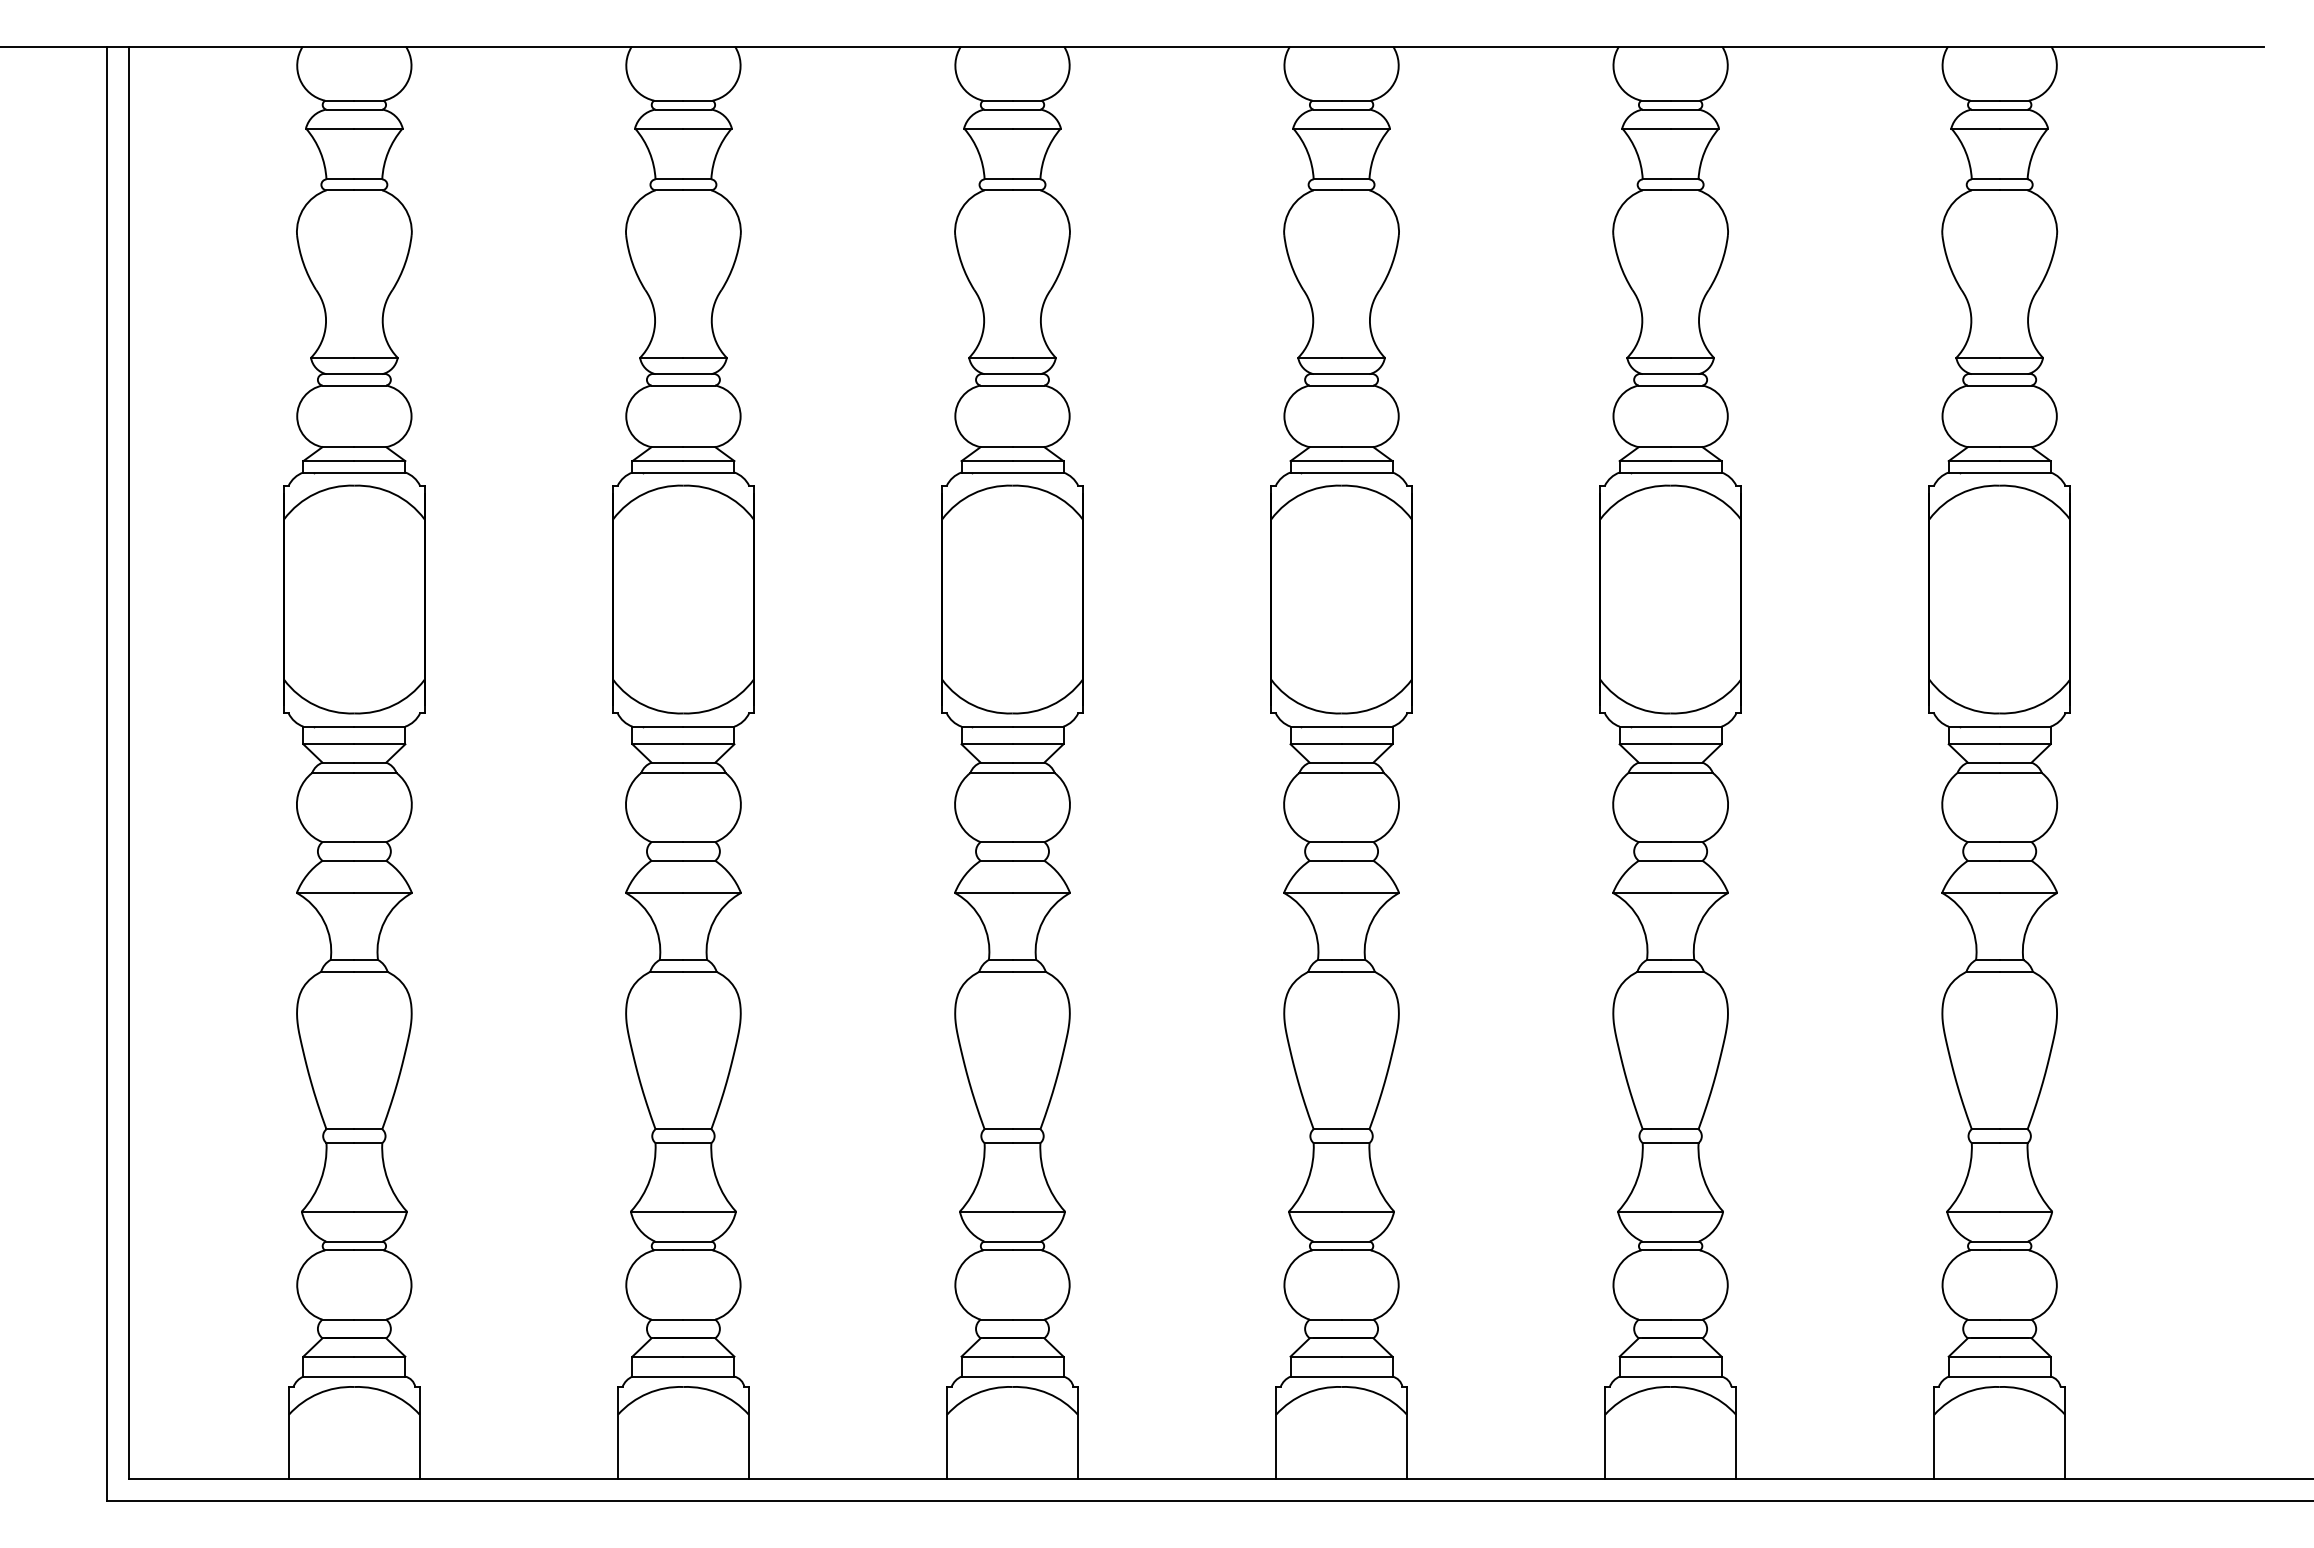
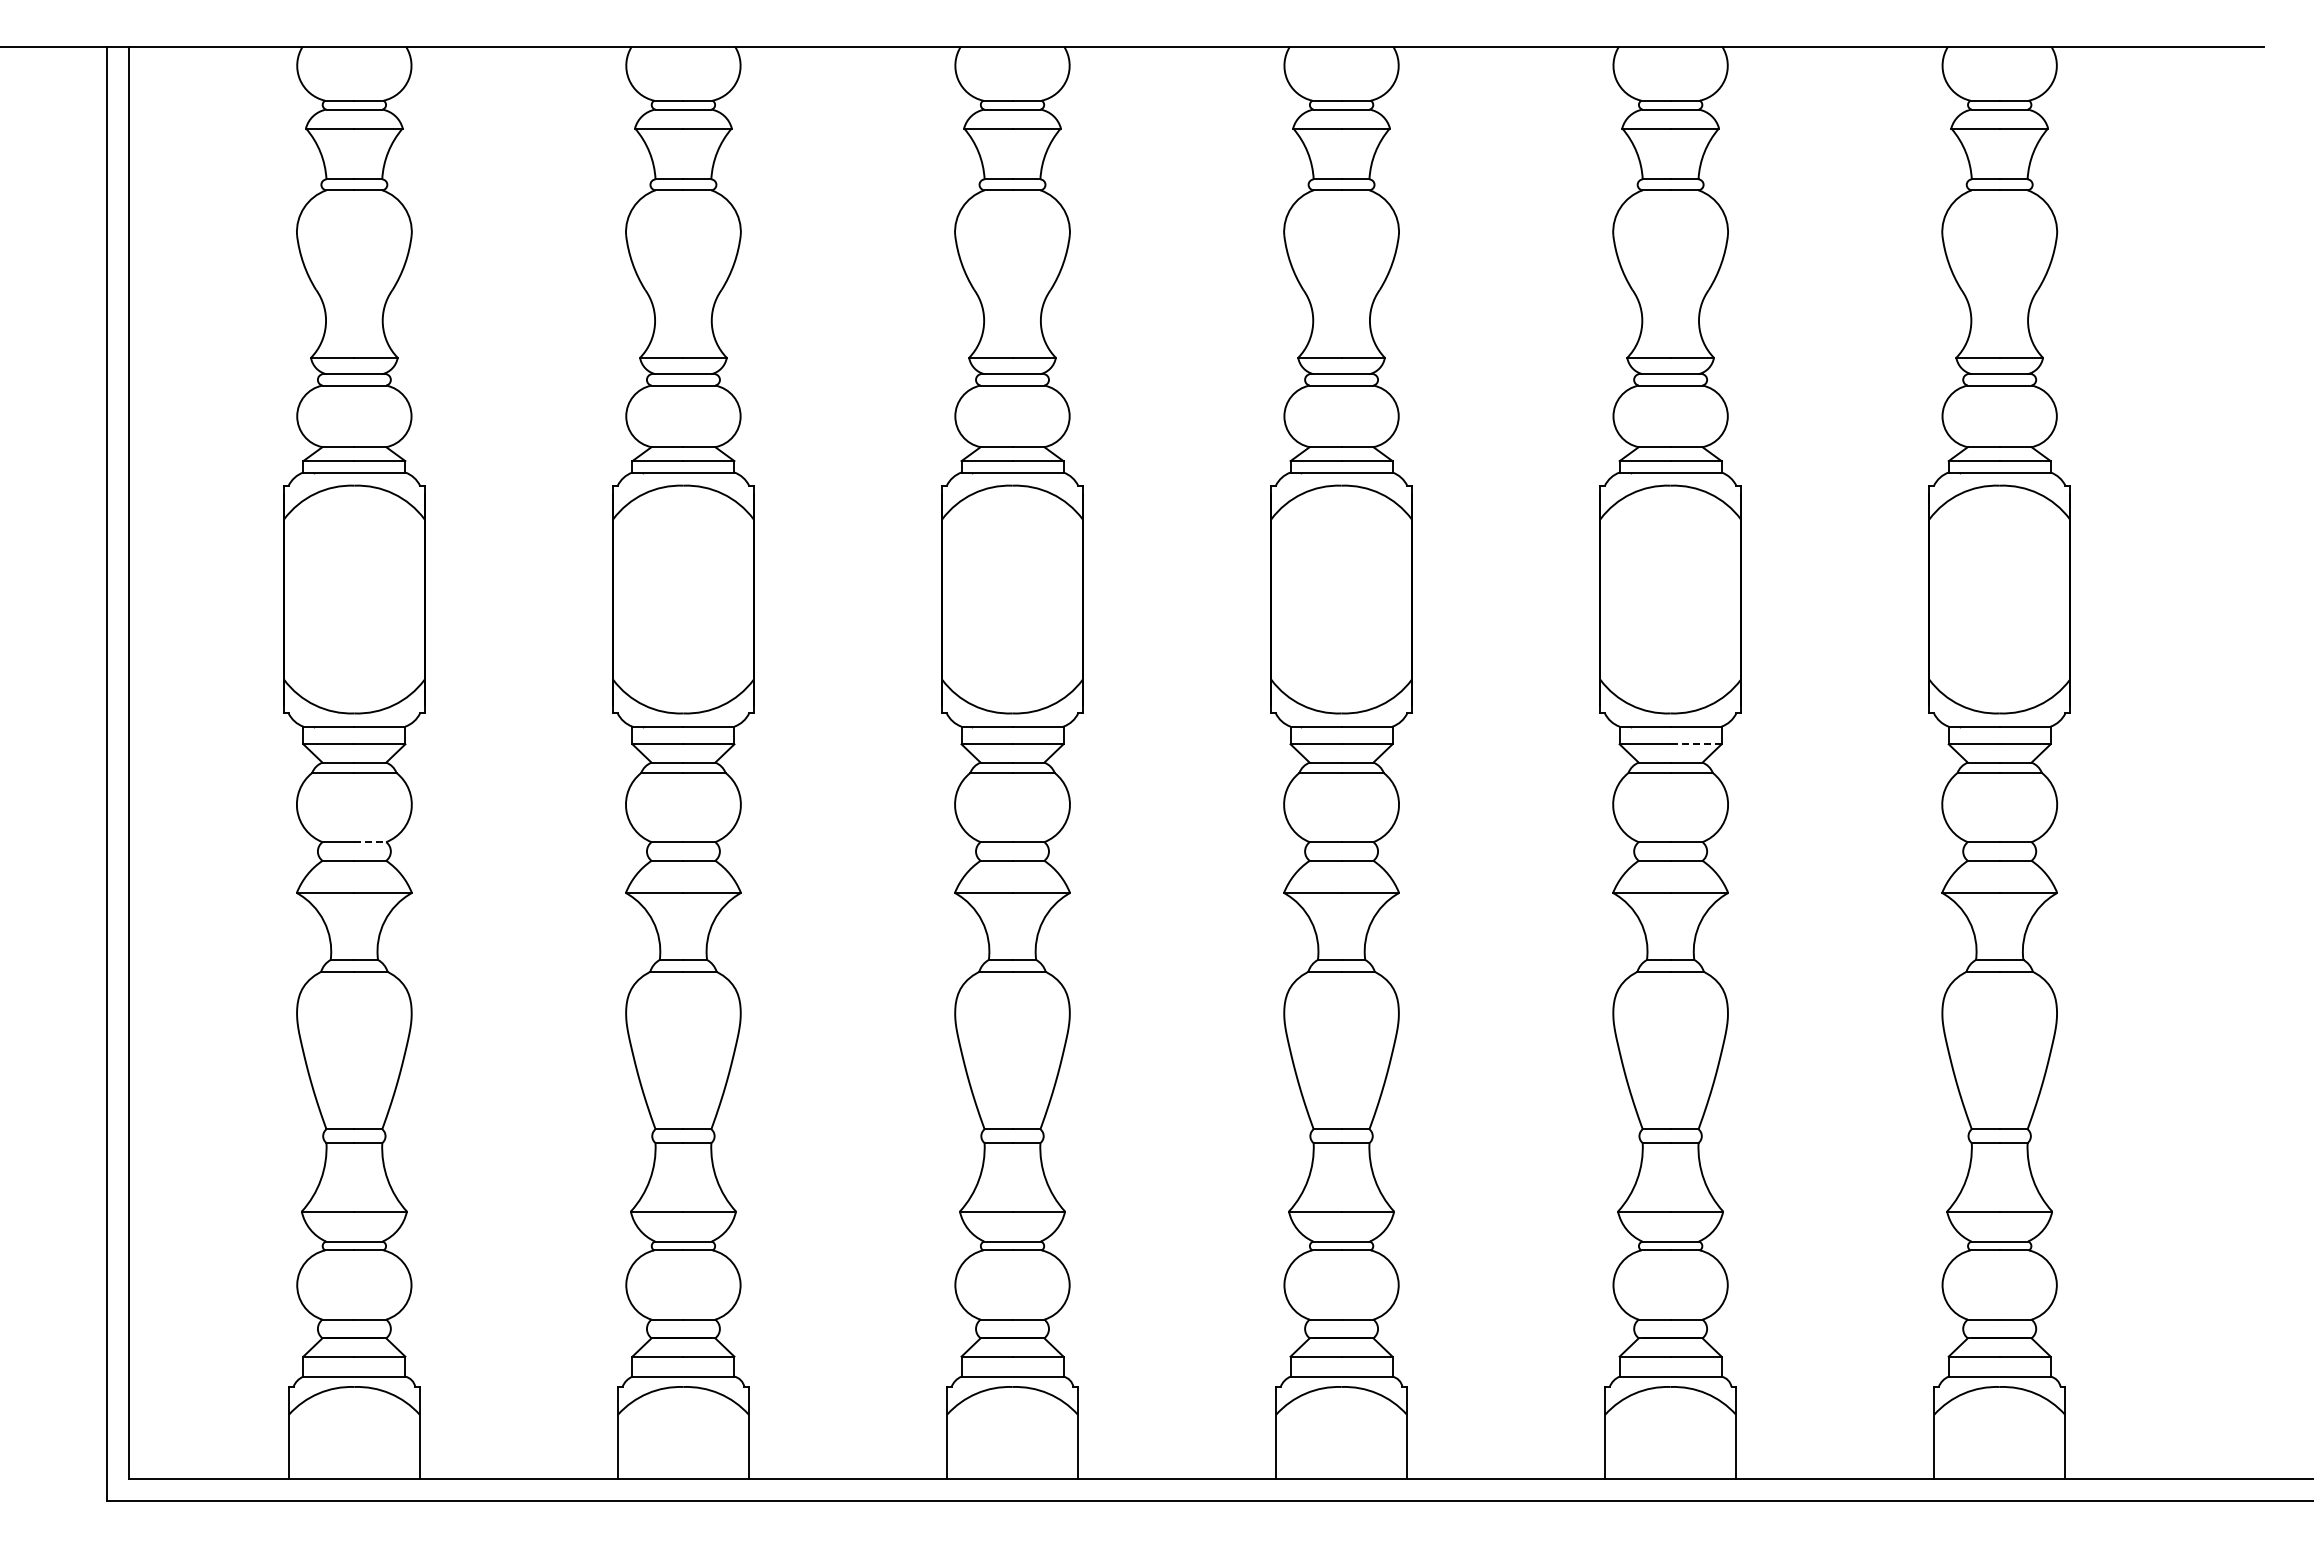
line at (1695, 744): solid -> dashed
line at (370, 842): solid -> dashed
